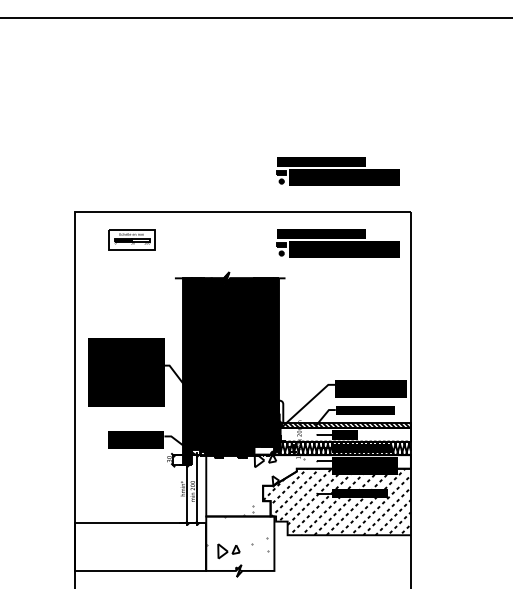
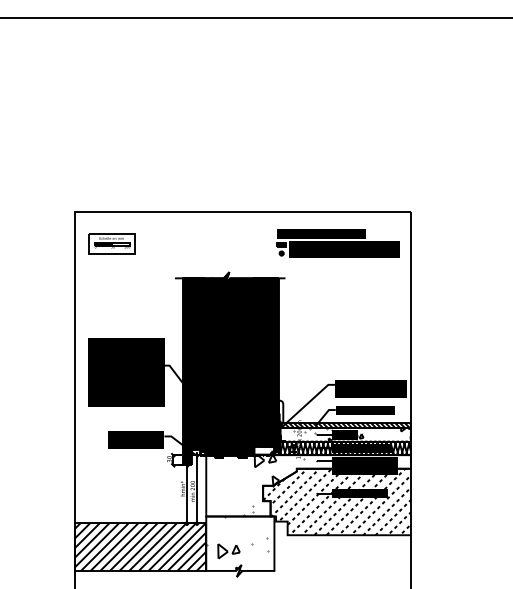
part at (337, 171): present -> none
part at (131, 239) position: (131, 239) -> (111, 243)
hatch at (352, 434): none -> present
hatch at (140, 546): none -> present
